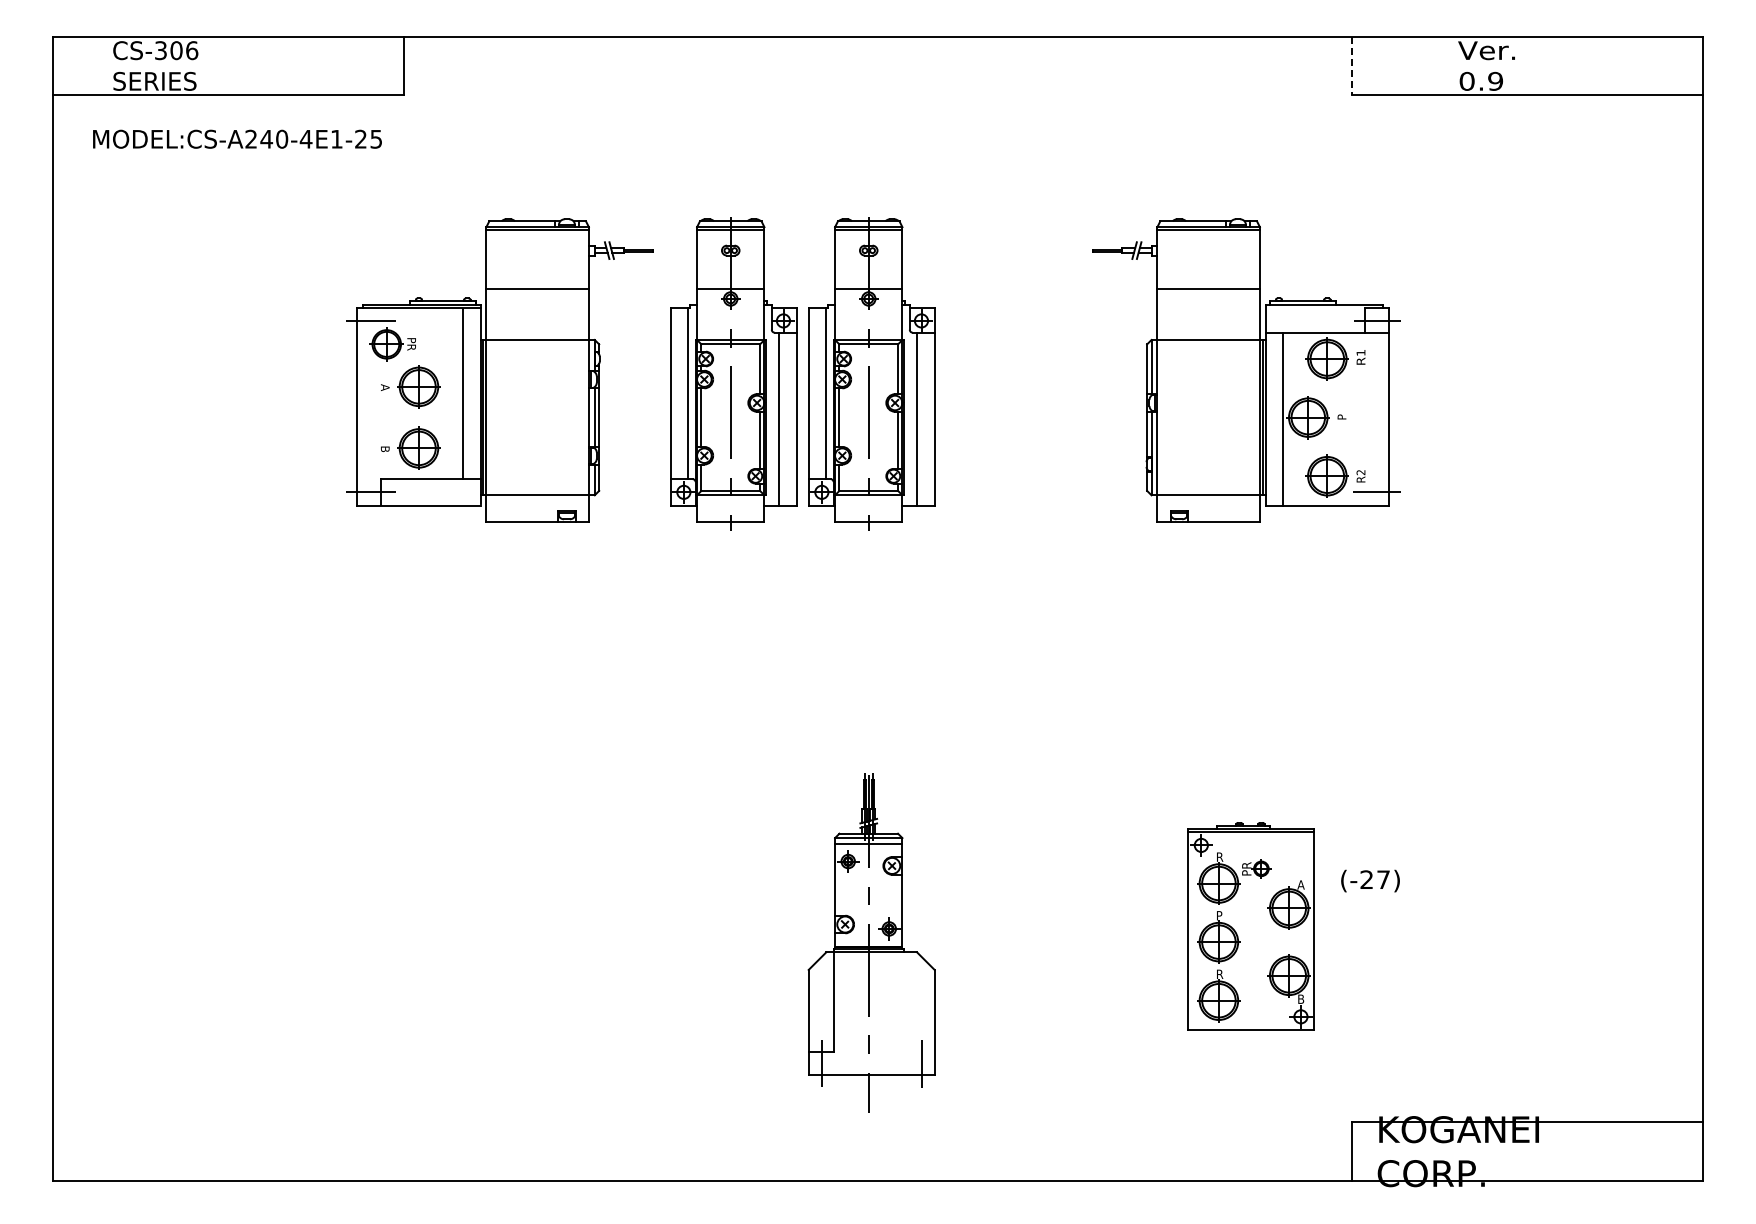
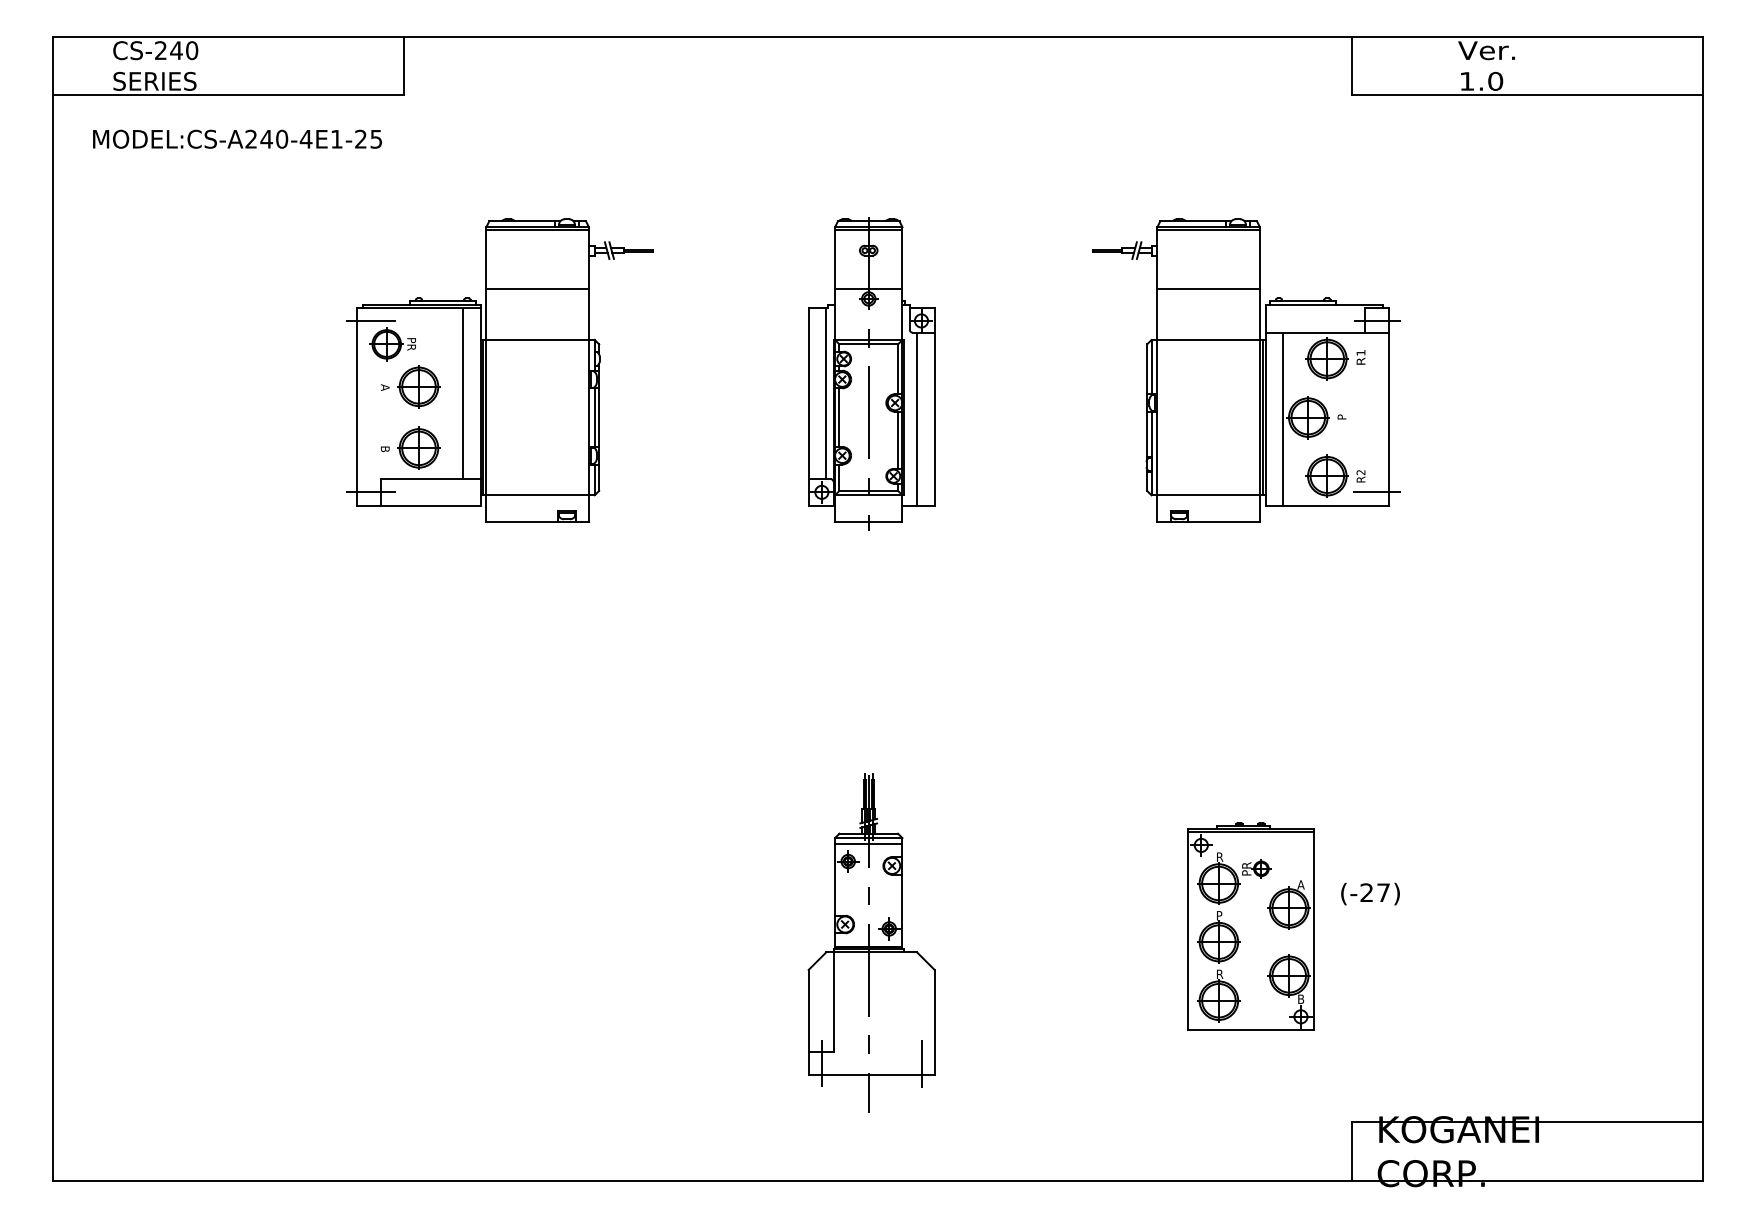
text at (176, 50): CS-306 -> CS-240
line at (1351, 66): dashed -> solid
text at (1481, 80): 0.9 -> 1.0
part at (733, 373): present -> none
text at (1370, 880) position: (1370, 880) -> (1370, 893)
